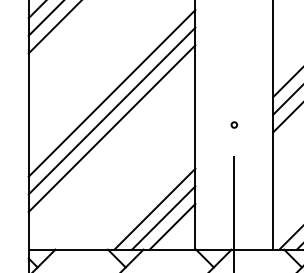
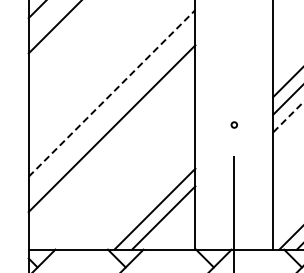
line at (45, 18): present -> none
line at (112, 93): solid -> dashed
line at (111, 110): present -> none
line at (288, 116): solid -> dashed
line at (172, 226): present -> none
